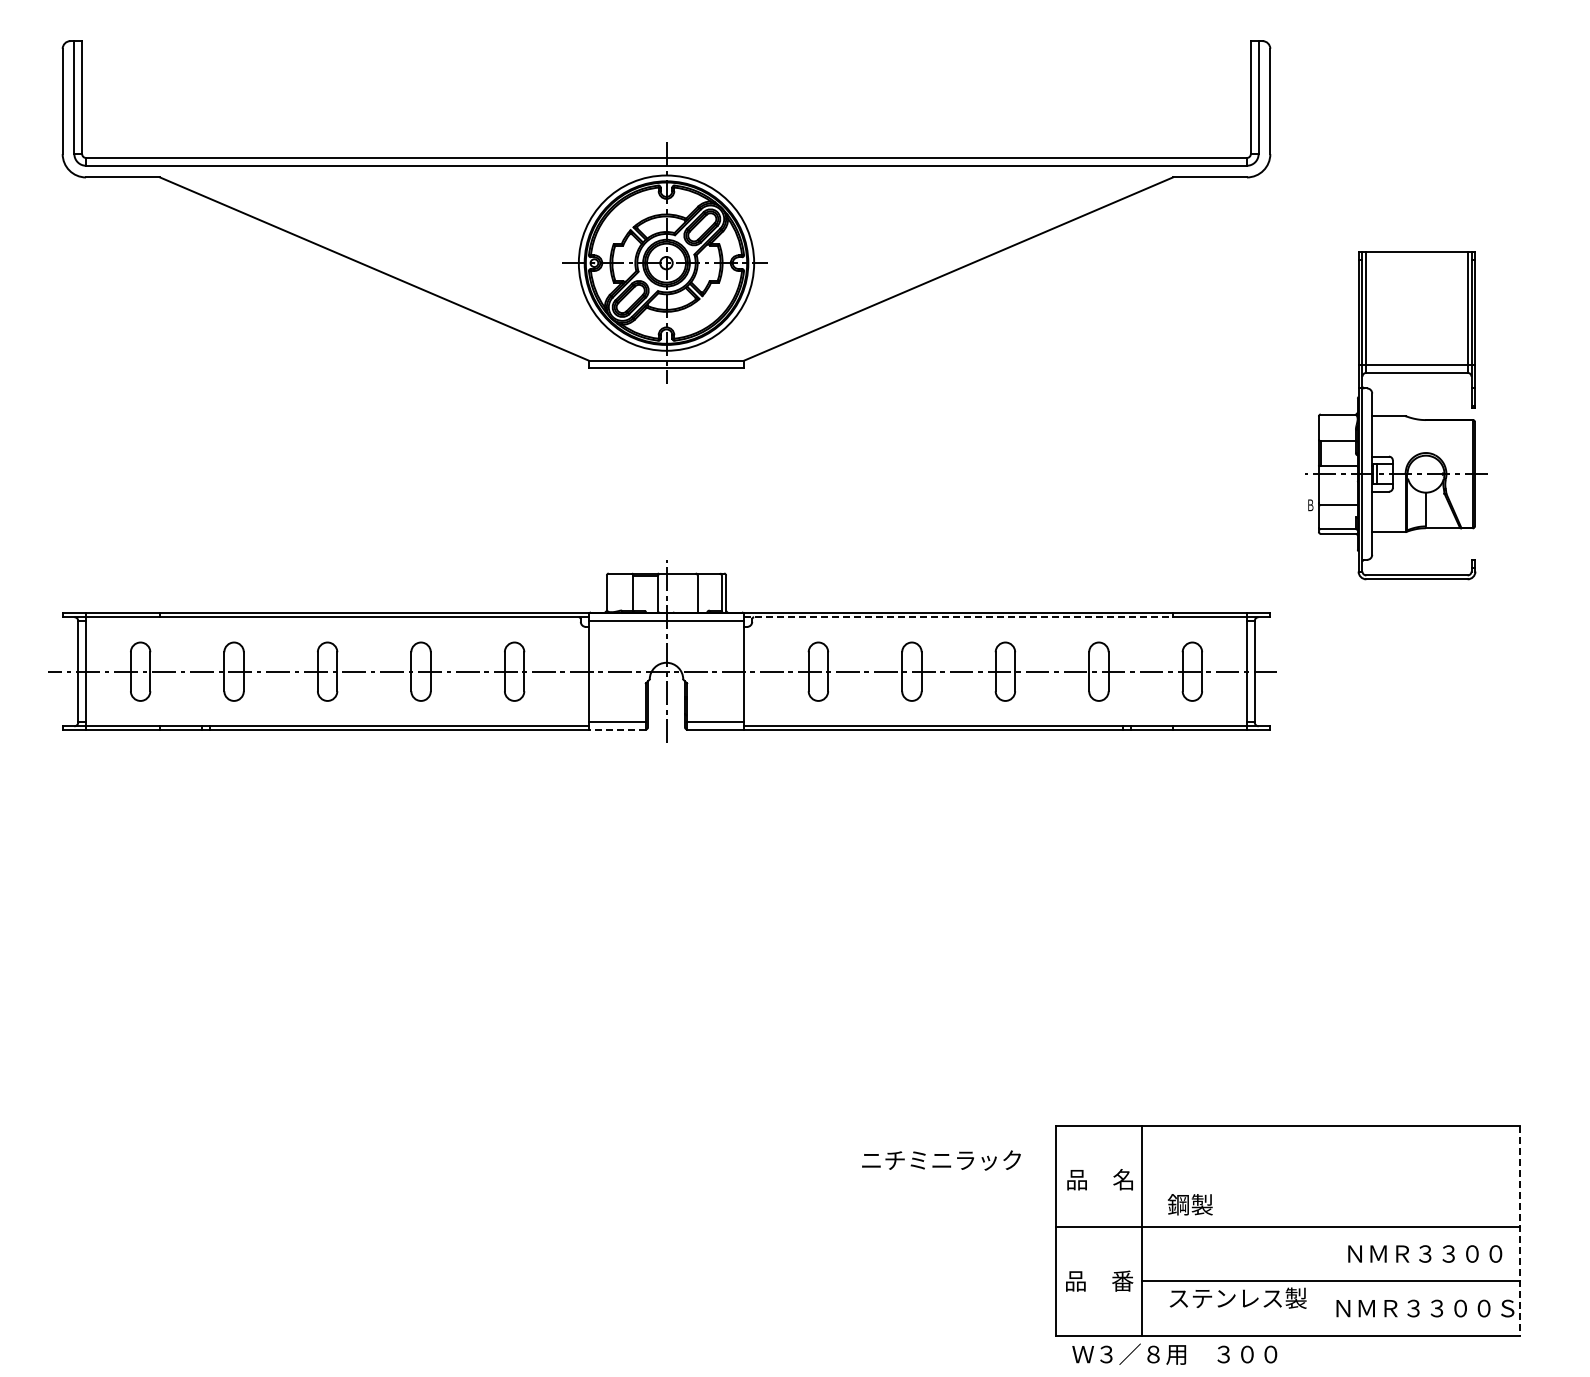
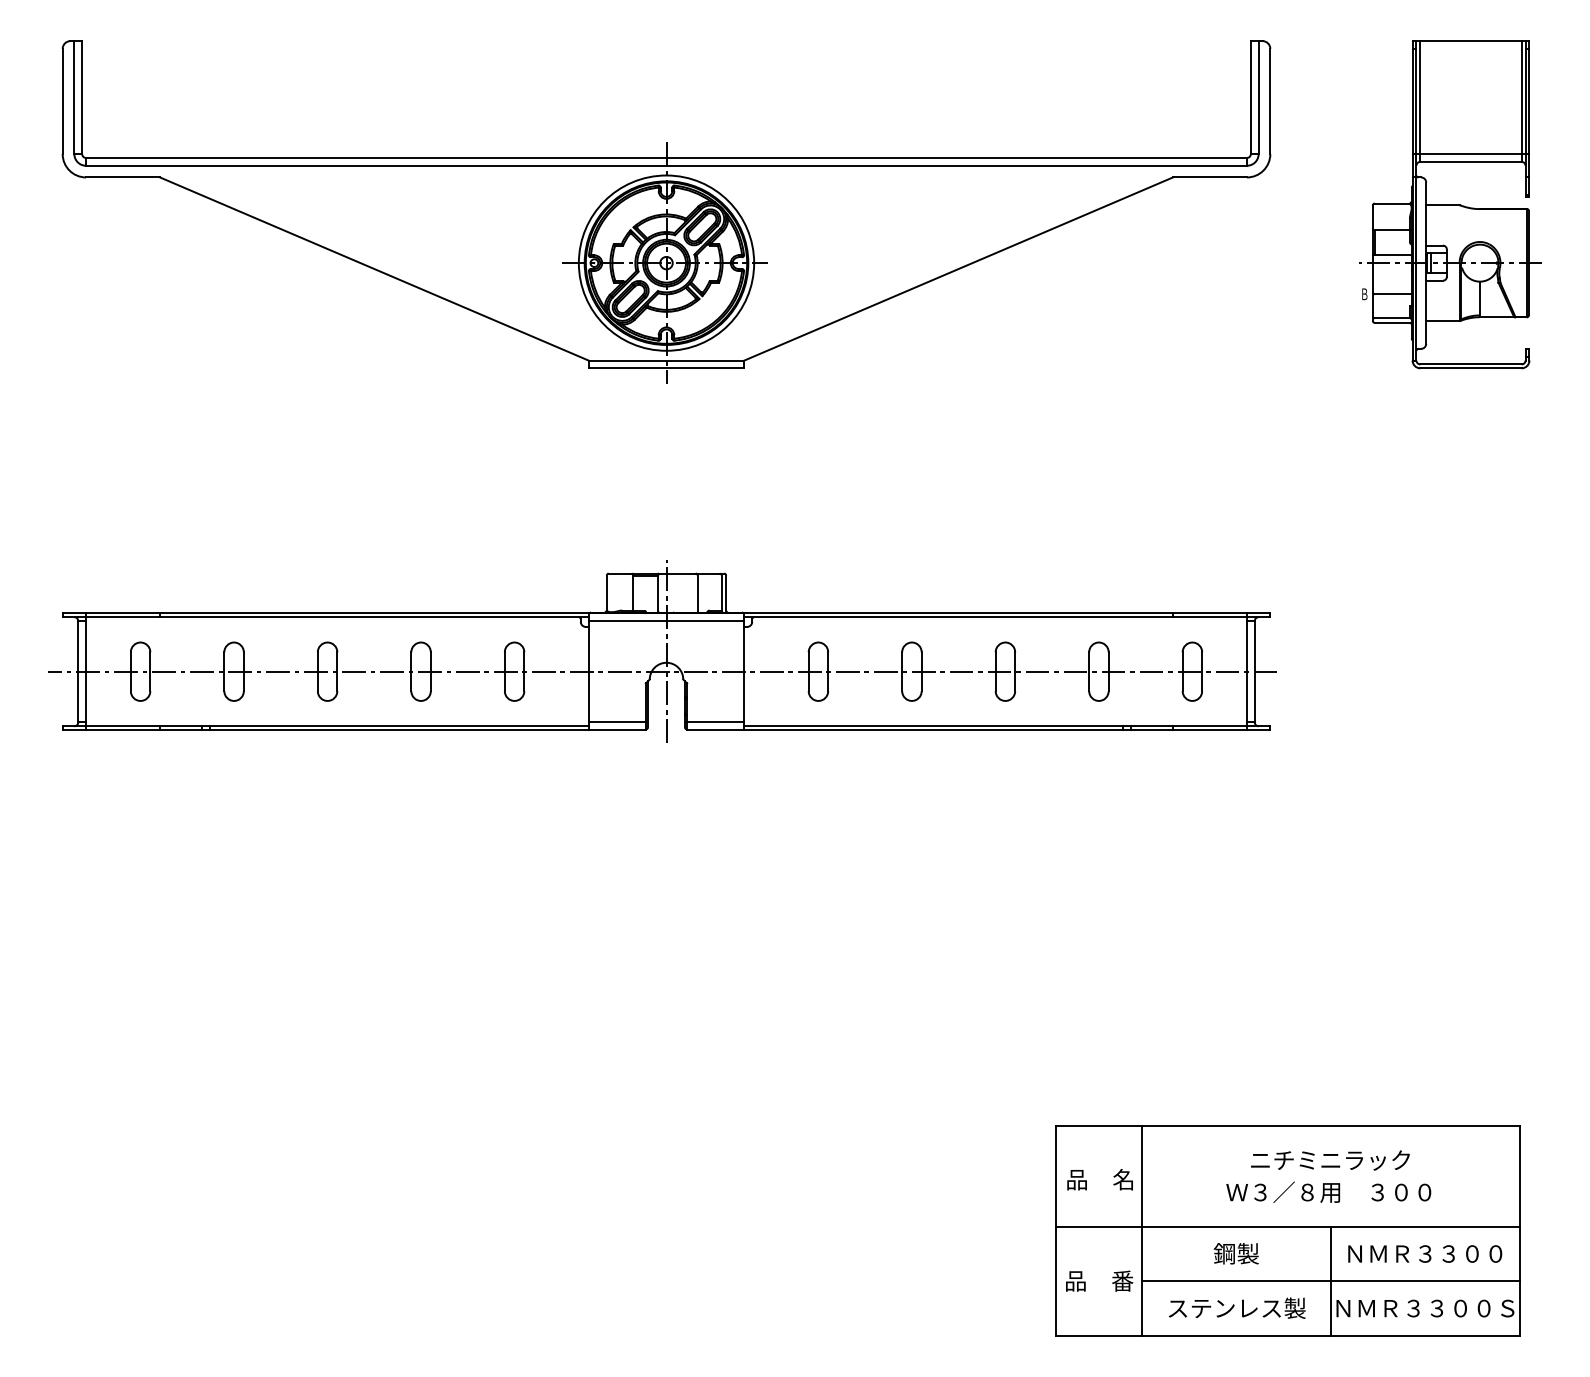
part at (1396, 415) position: (1396, 415) -> (1450, 204)
line at (959, 617): dashed -> solid
line at (617, 730): dashed -> solid
text at (941, 1160) position: (941, 1160) -> (1330, 1160)
text at (1190, 1204) position: (1190, 1204) -> (1236, 1253)
line at (1519, 1231): dashed -> solid
line at (1331, 1280): none -> present
text at (1237, 1297) position: (1237, 1297) -> (1236, 1307)
text at (1174, 1353) position: (1174, 1353) -> (1328, 1191)
